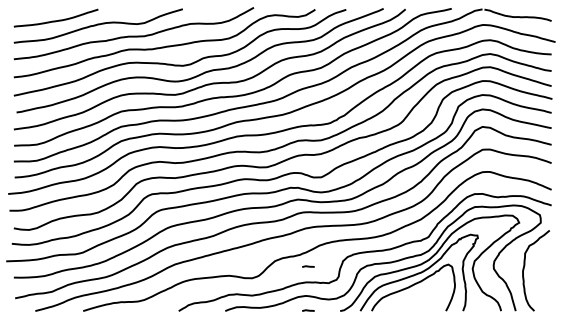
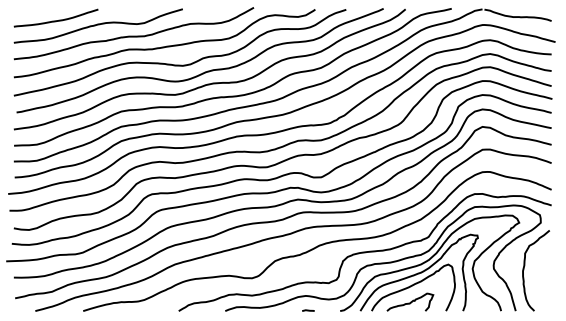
line at (308, 266): present -> none
curve at (410, 301): none -> present
